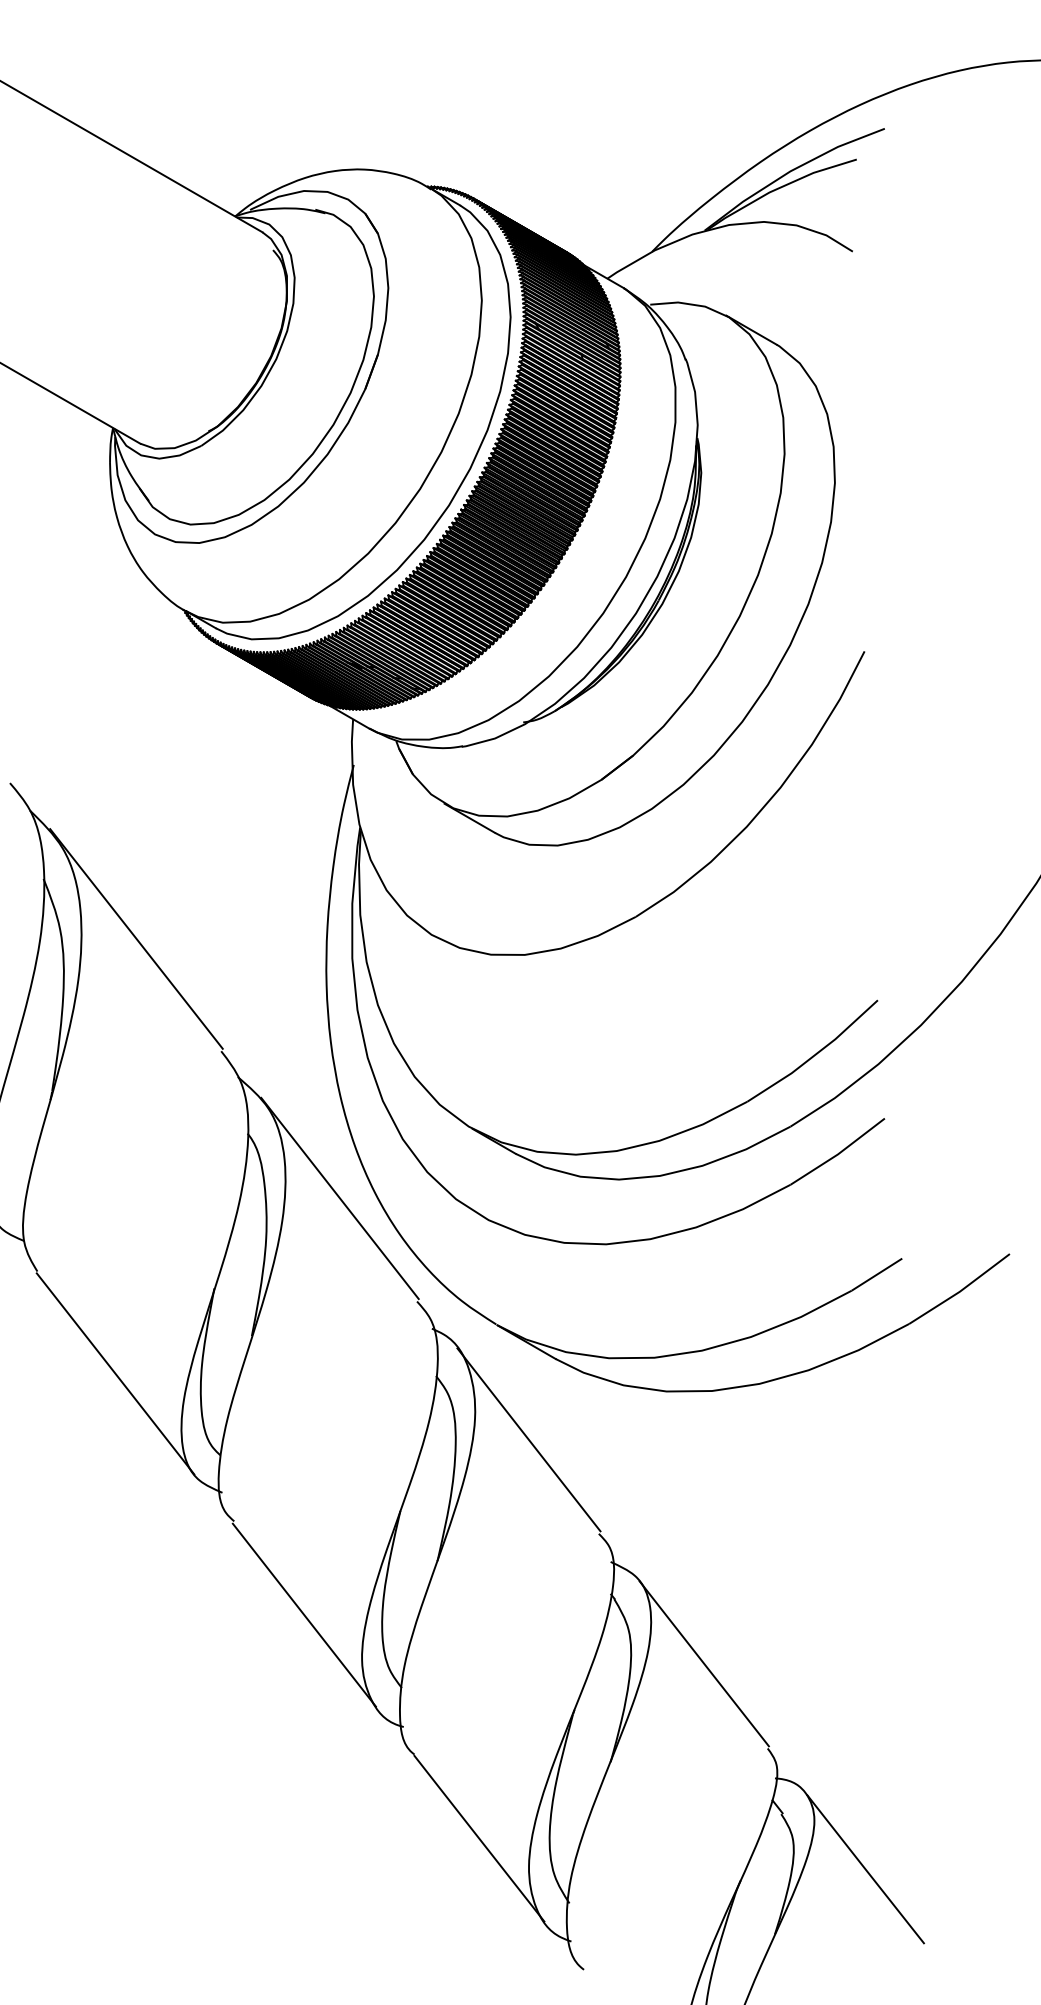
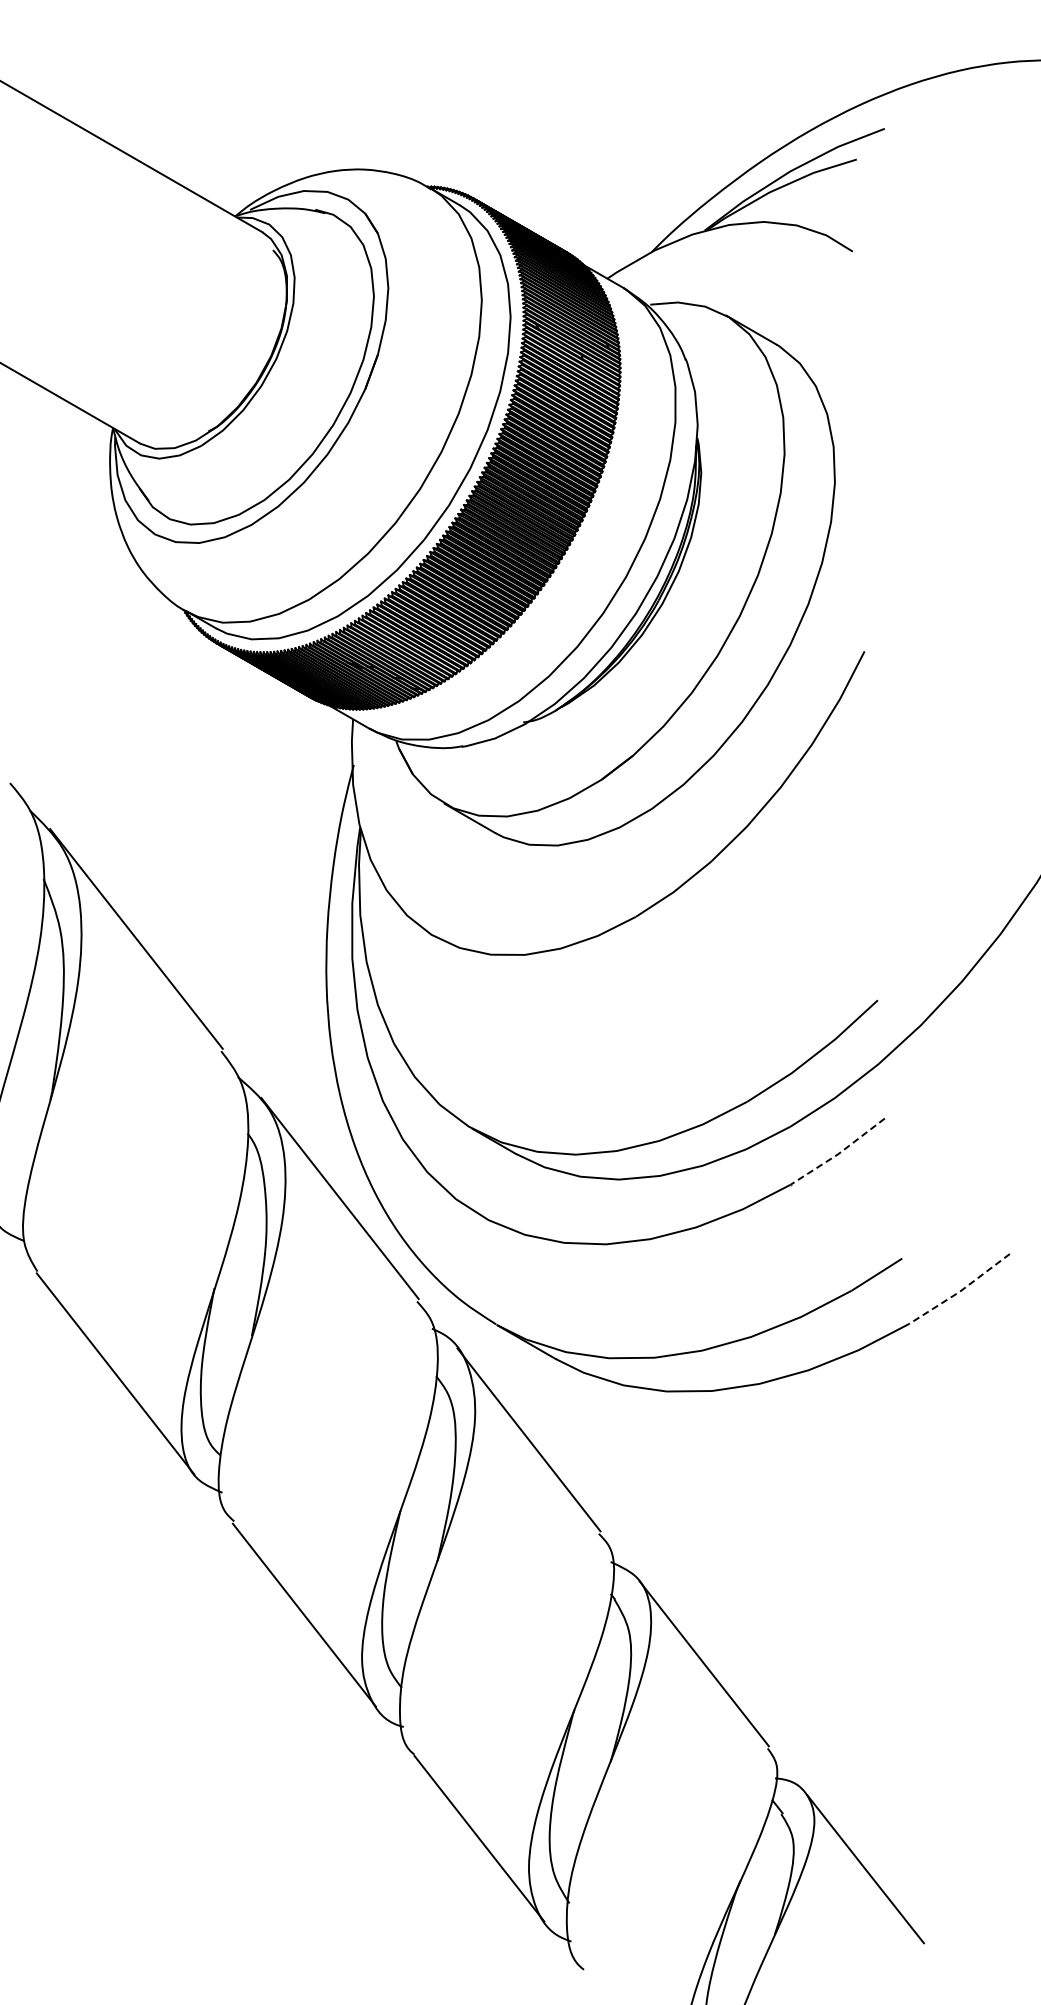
line at (837, 1154): solid -> dashed
line at (960, 1291): solid -> dashed
